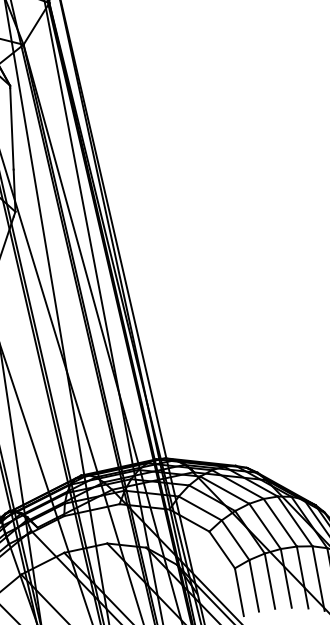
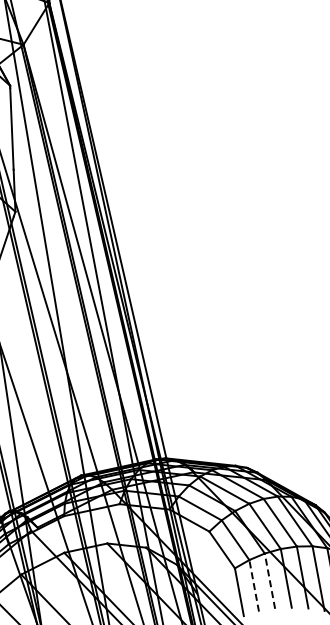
line at (269, 580): solid -> dashed
line at (254, 585): solid -> dashed
